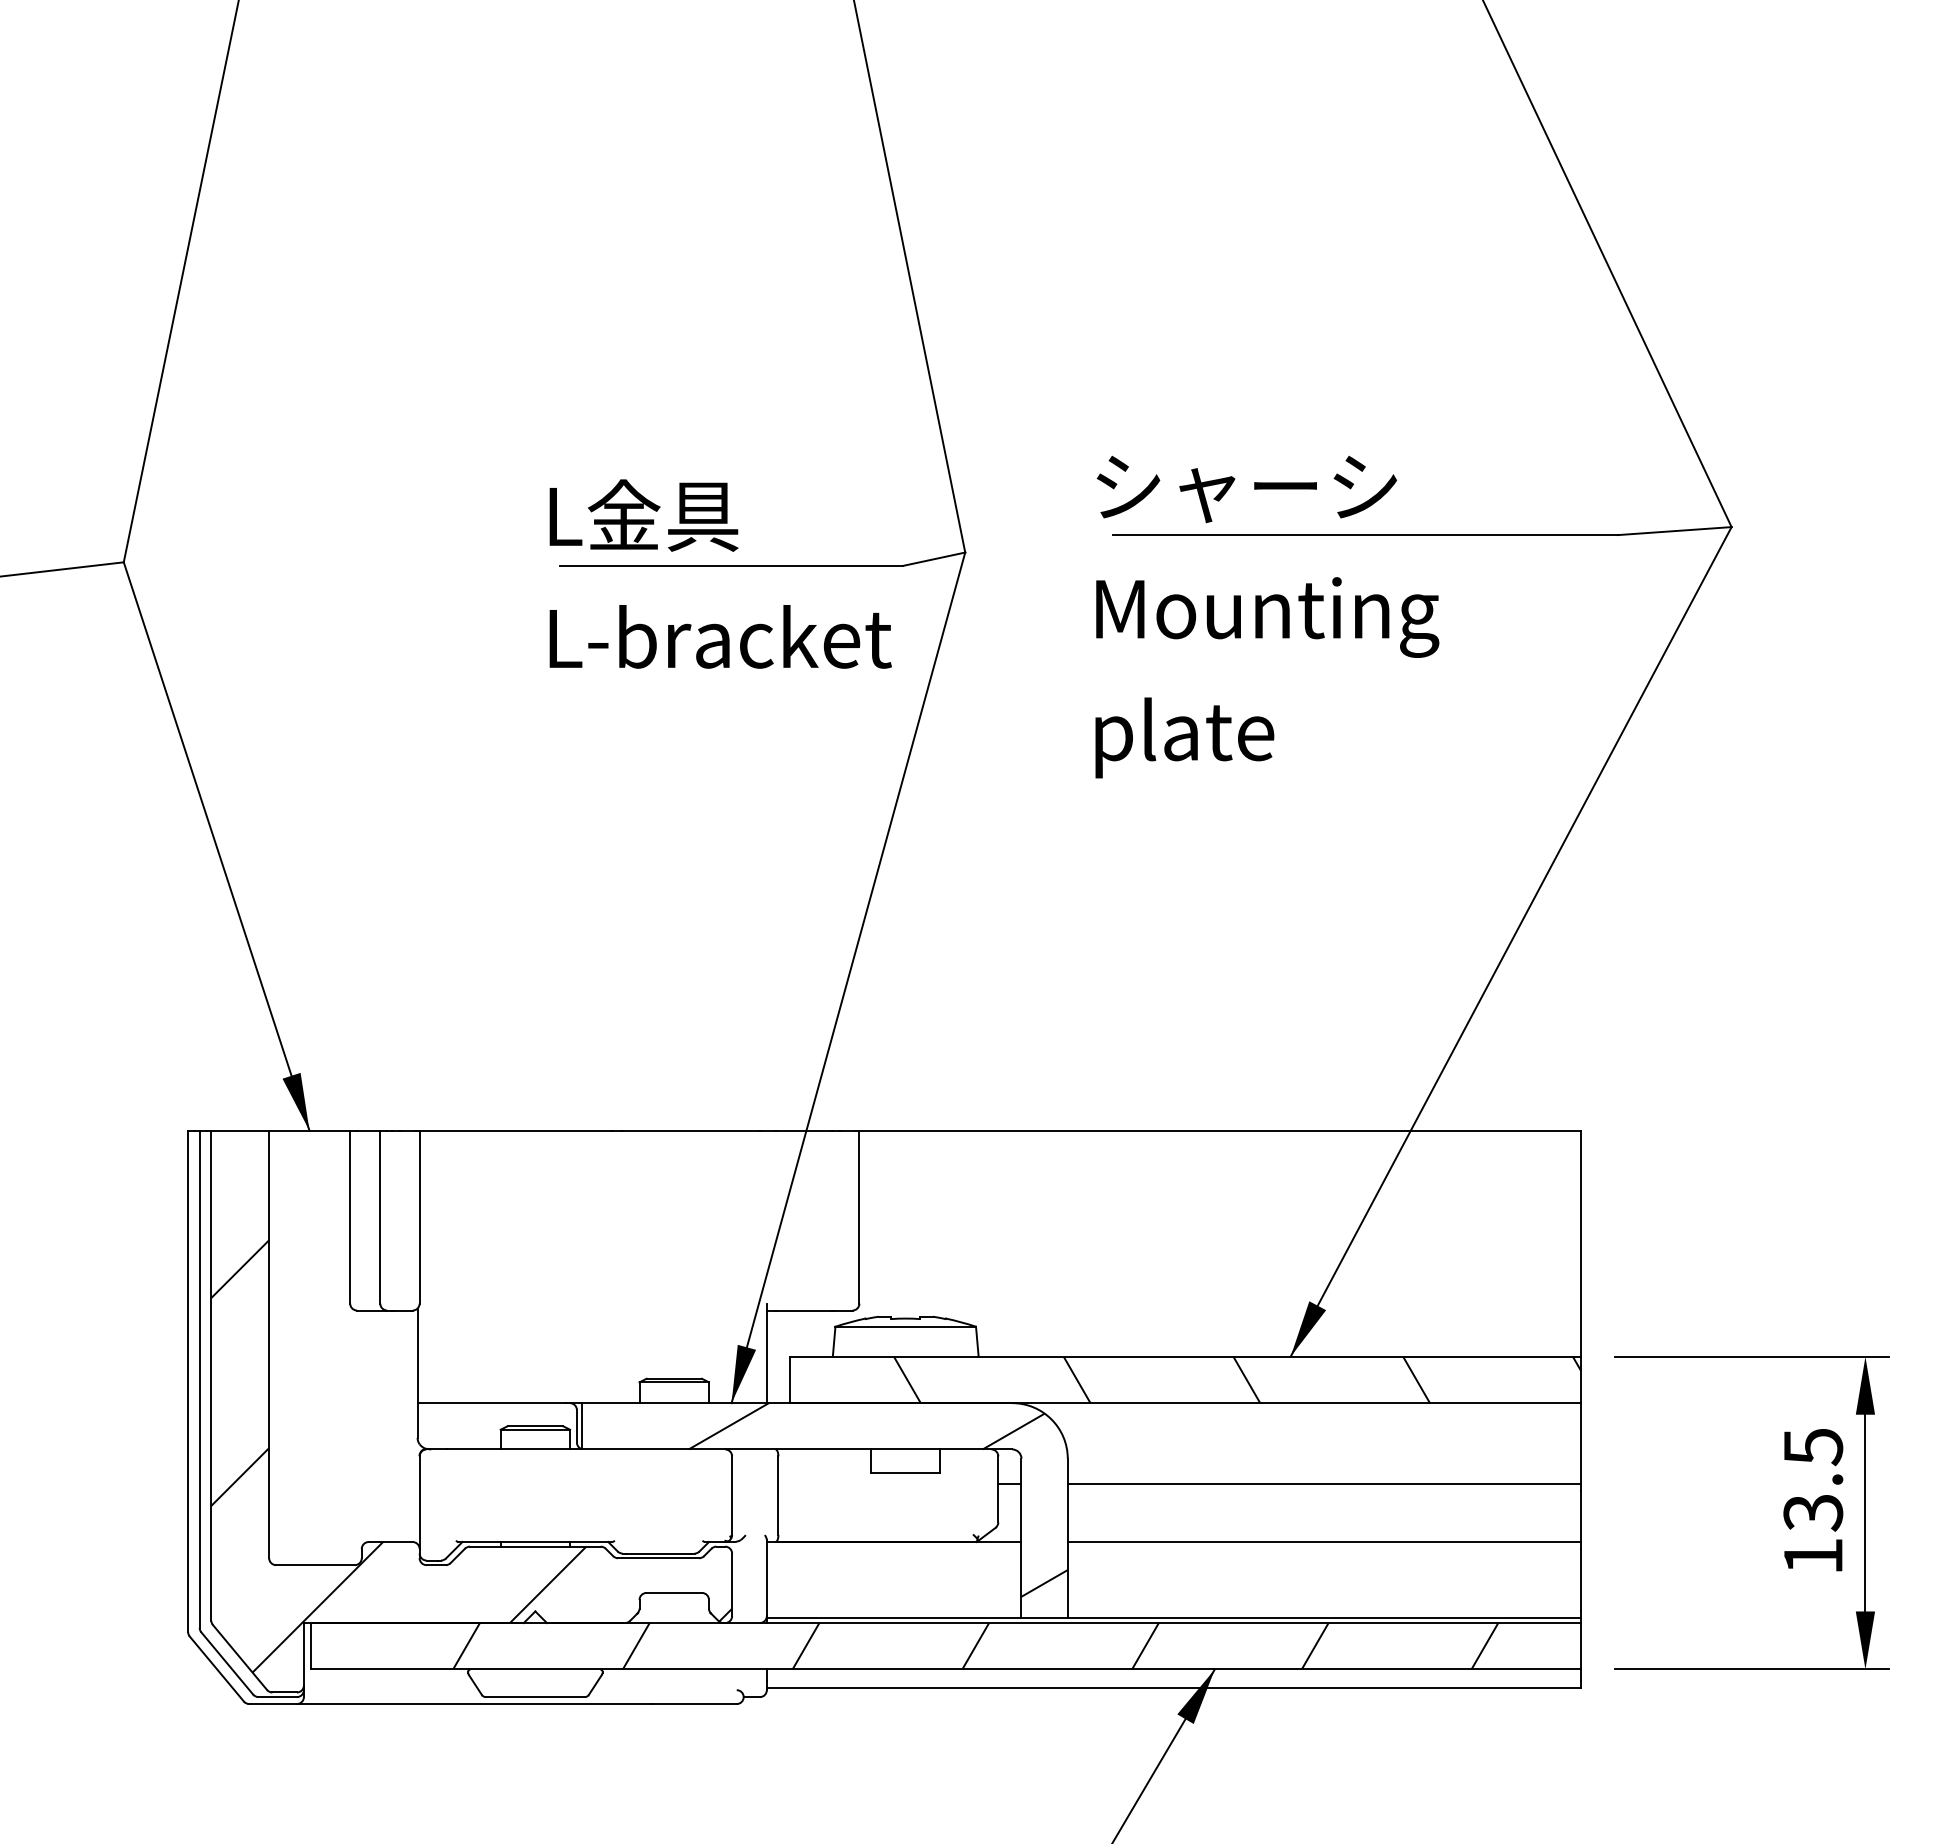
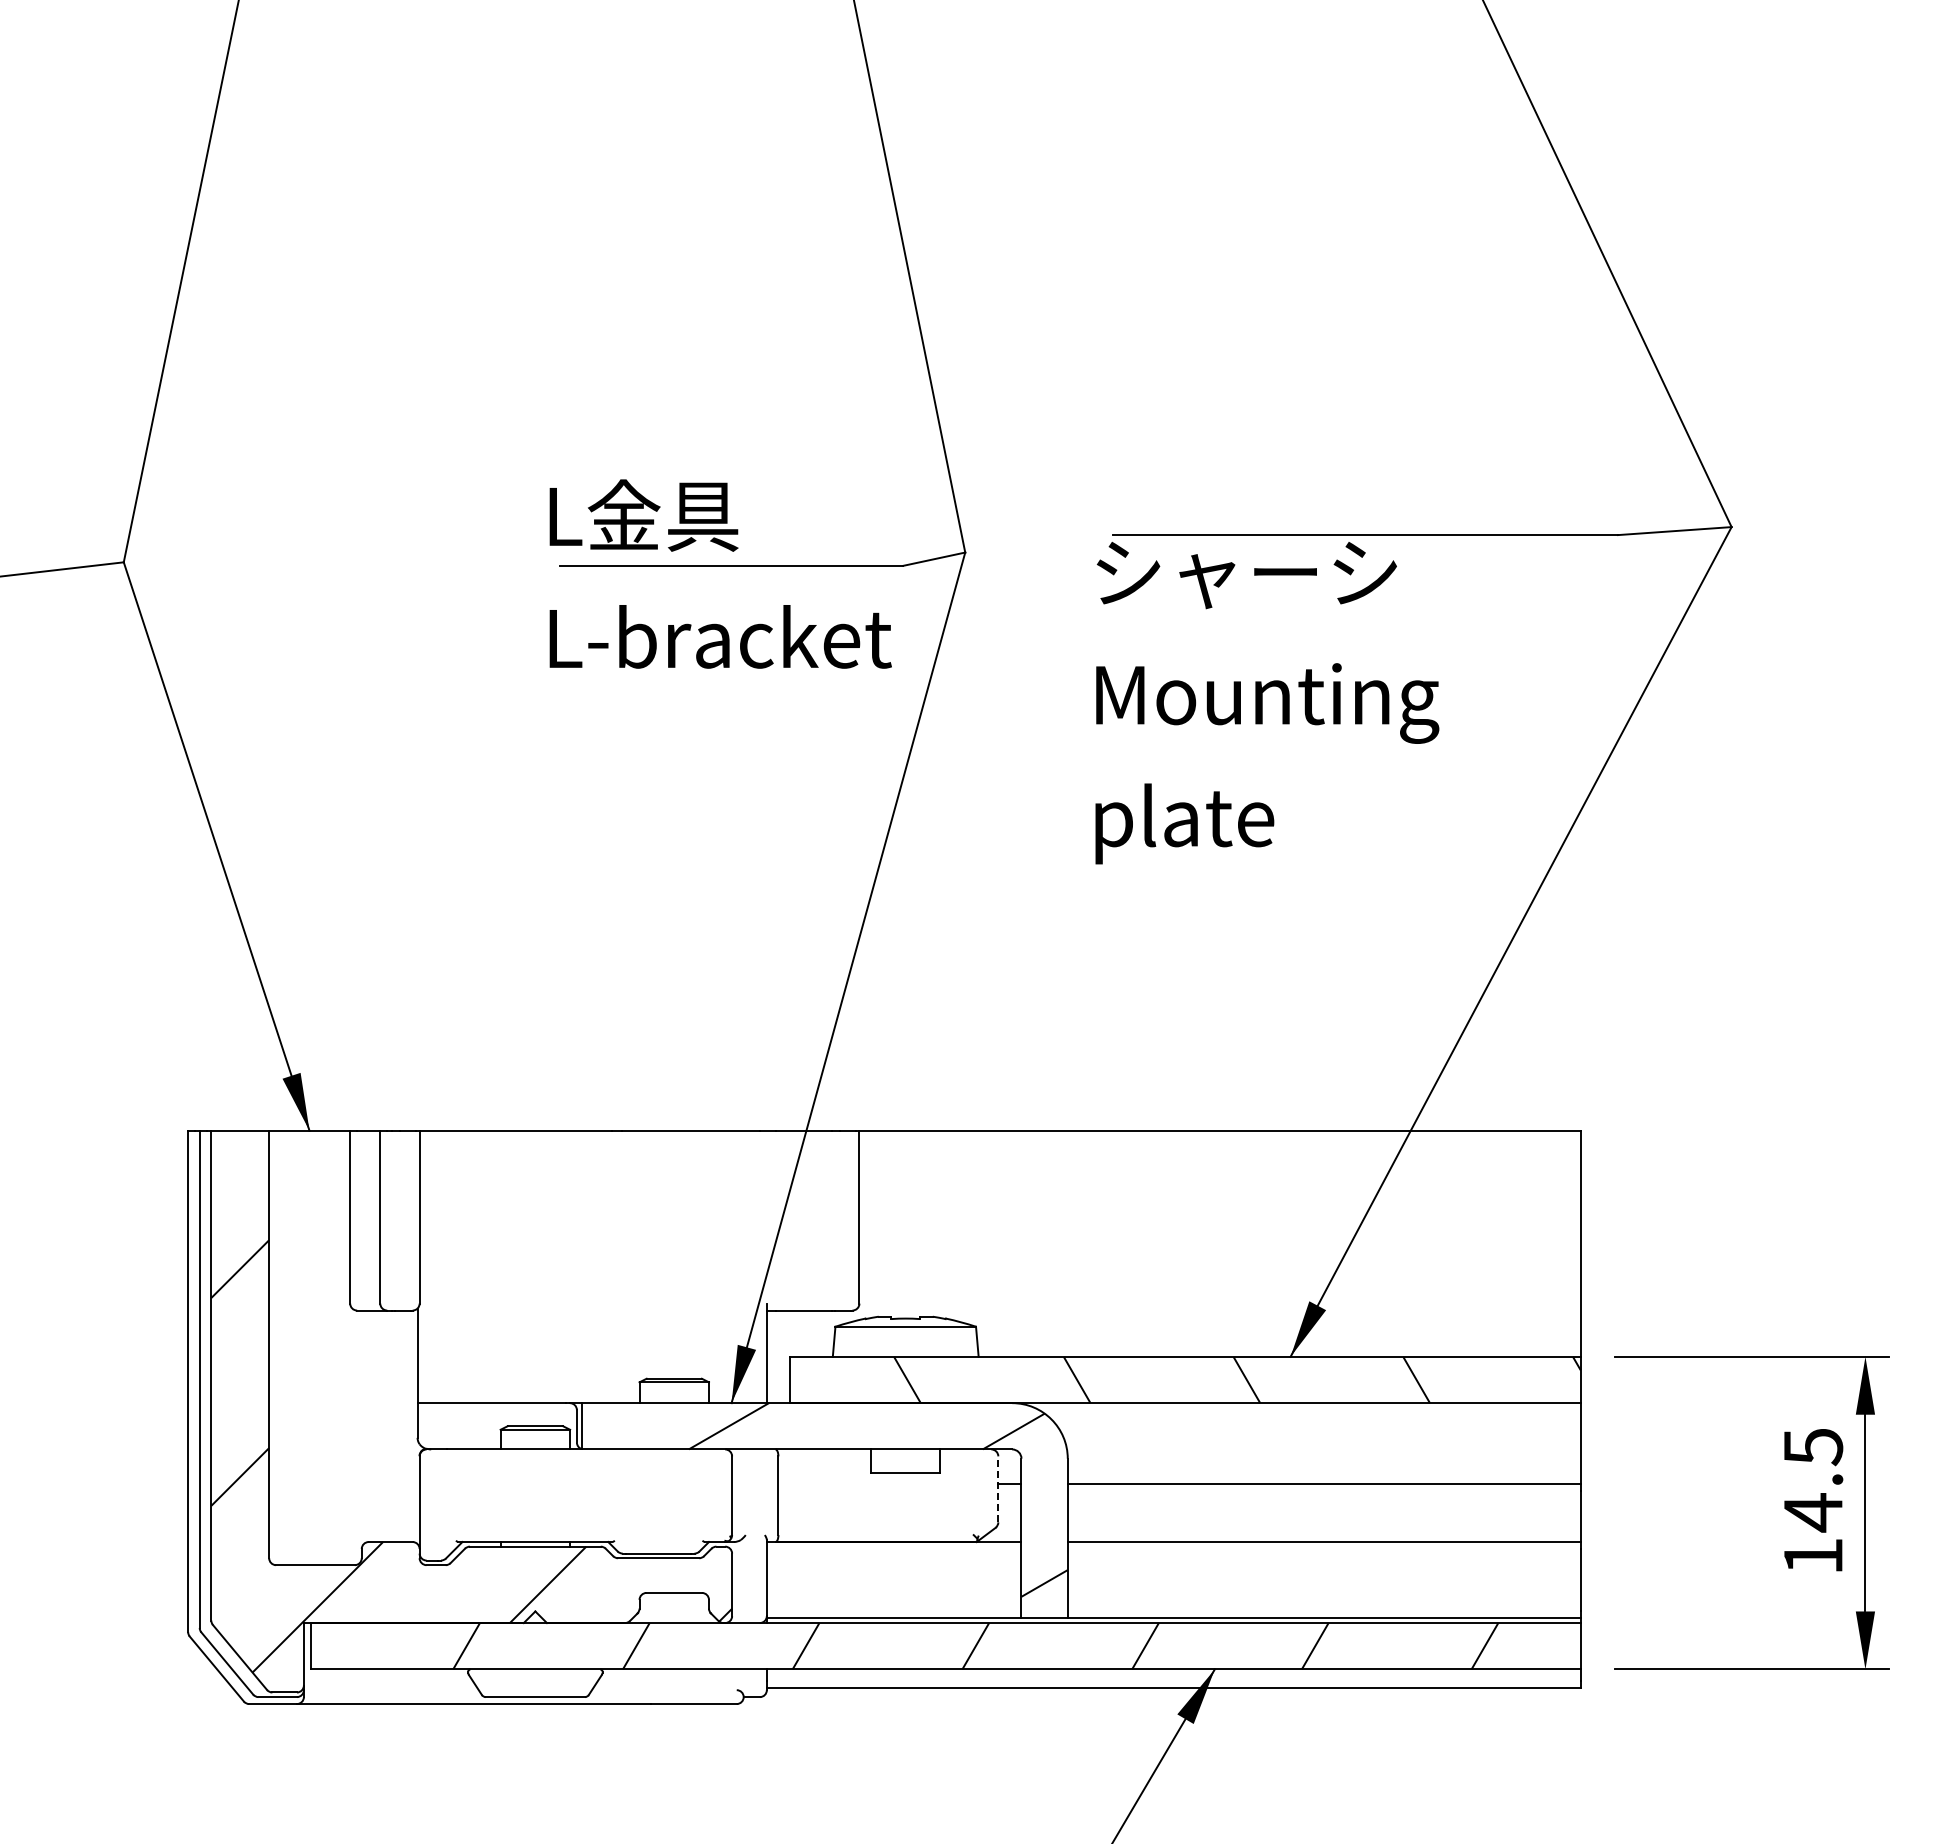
text at (1267, 616) position: (1267, 616) -> (1267, 702)
line at (998, 1489): solid -> dashed
text at (1813, 1512): 13.5 -> 14.5
